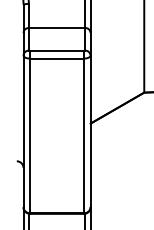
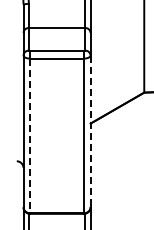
line at (90, 131): solid -> dashed
line at (30, 136): solid -> dashed
